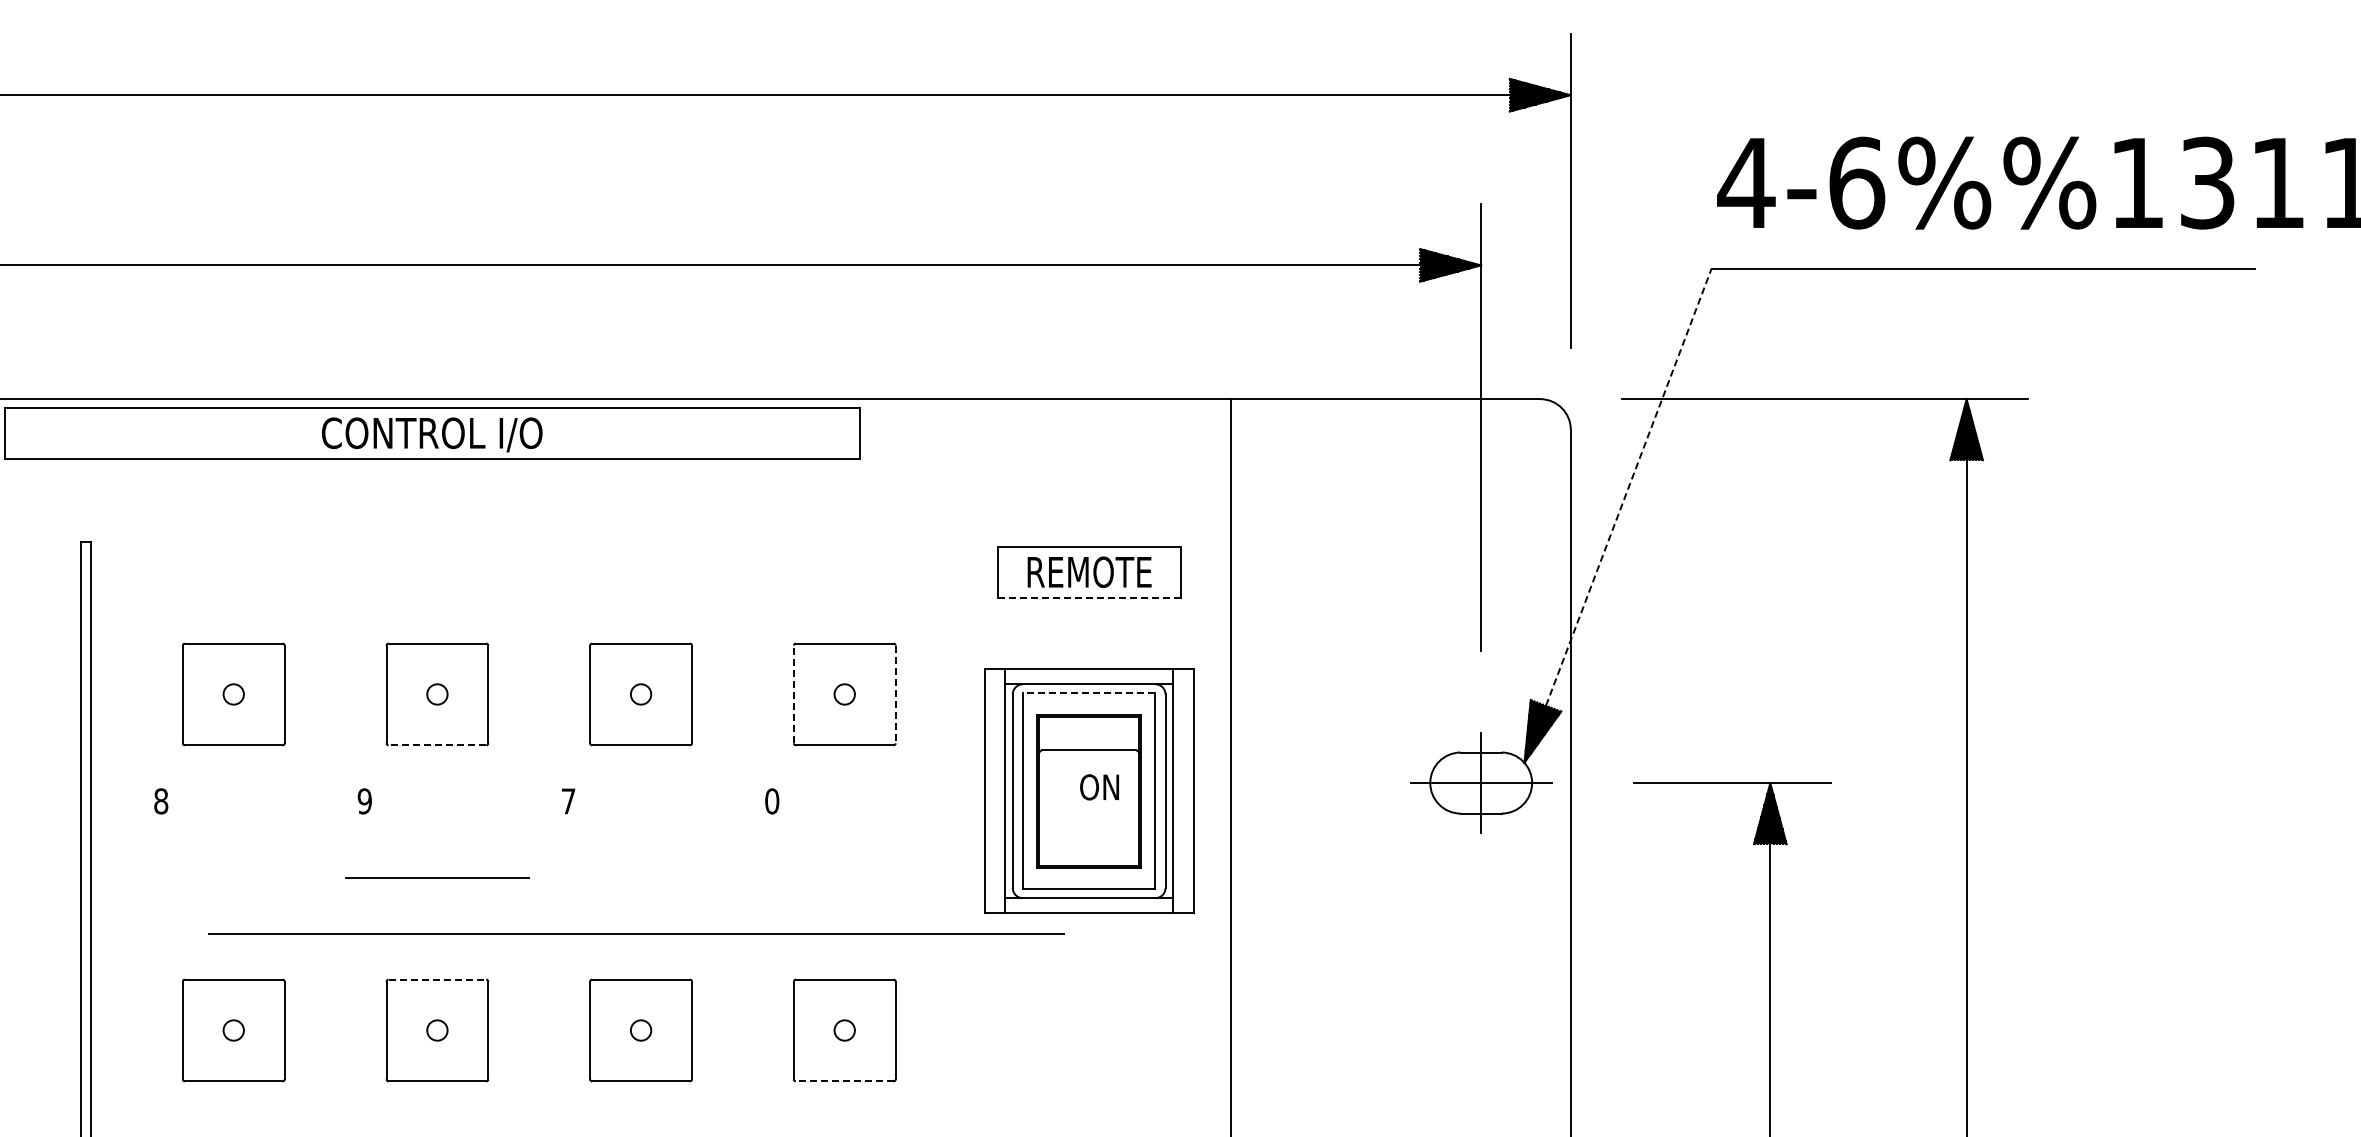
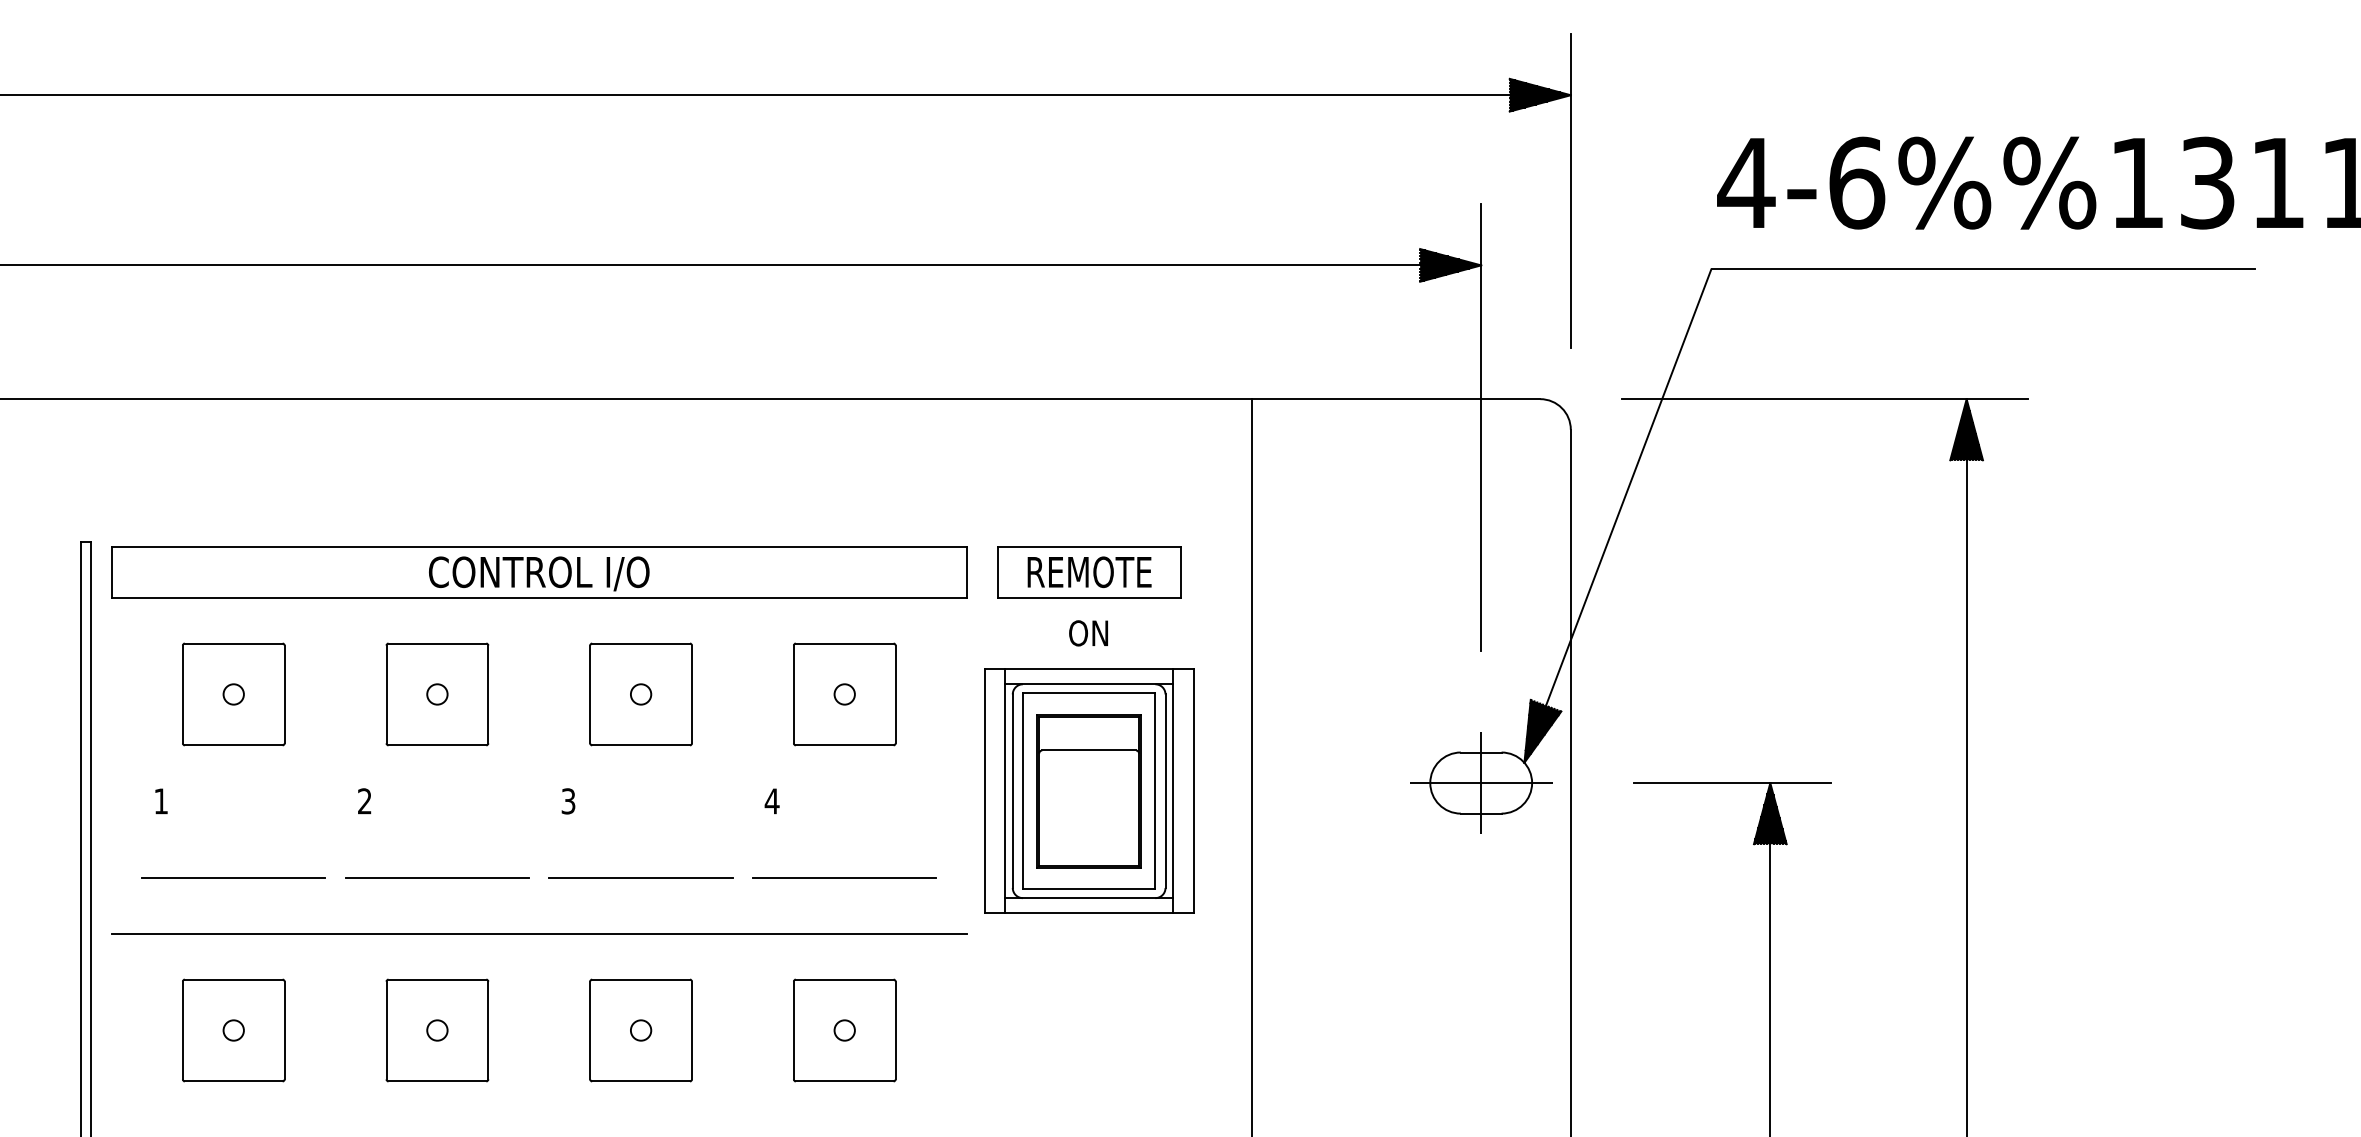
part at (432, 433) position: (432, 433) -> (539, 572)
line at (1628, 487): dashed -> solid
line at (1089, 597): dashed -> solid
line at (1089, 693): dashed -> solid
line at (793, 694): dashed -> solid
line at (895, 694): dashed -> solid
line at (437, 745): dashed -> solid
line at (1231, 766) position: (1231, 766) -> (1252, 766)
text at (1099, 787) position: (1099, 787) -> (1088, 633)
text at (161, 801): 8 -> 1
text at (364, 801): 9 -> 2
text at (568, 801): 7 -> 3
text at (771, 801): 0 -> 4
line at (233, 877): none -> present
line at (640, 877): none -> present
line at (844, 877): none -> present
line at (636, 933) position: (636, 933) -> (539, 933)
line at (437, 979): dashed -> solid
line at (844, 1081): dashed -> solid
